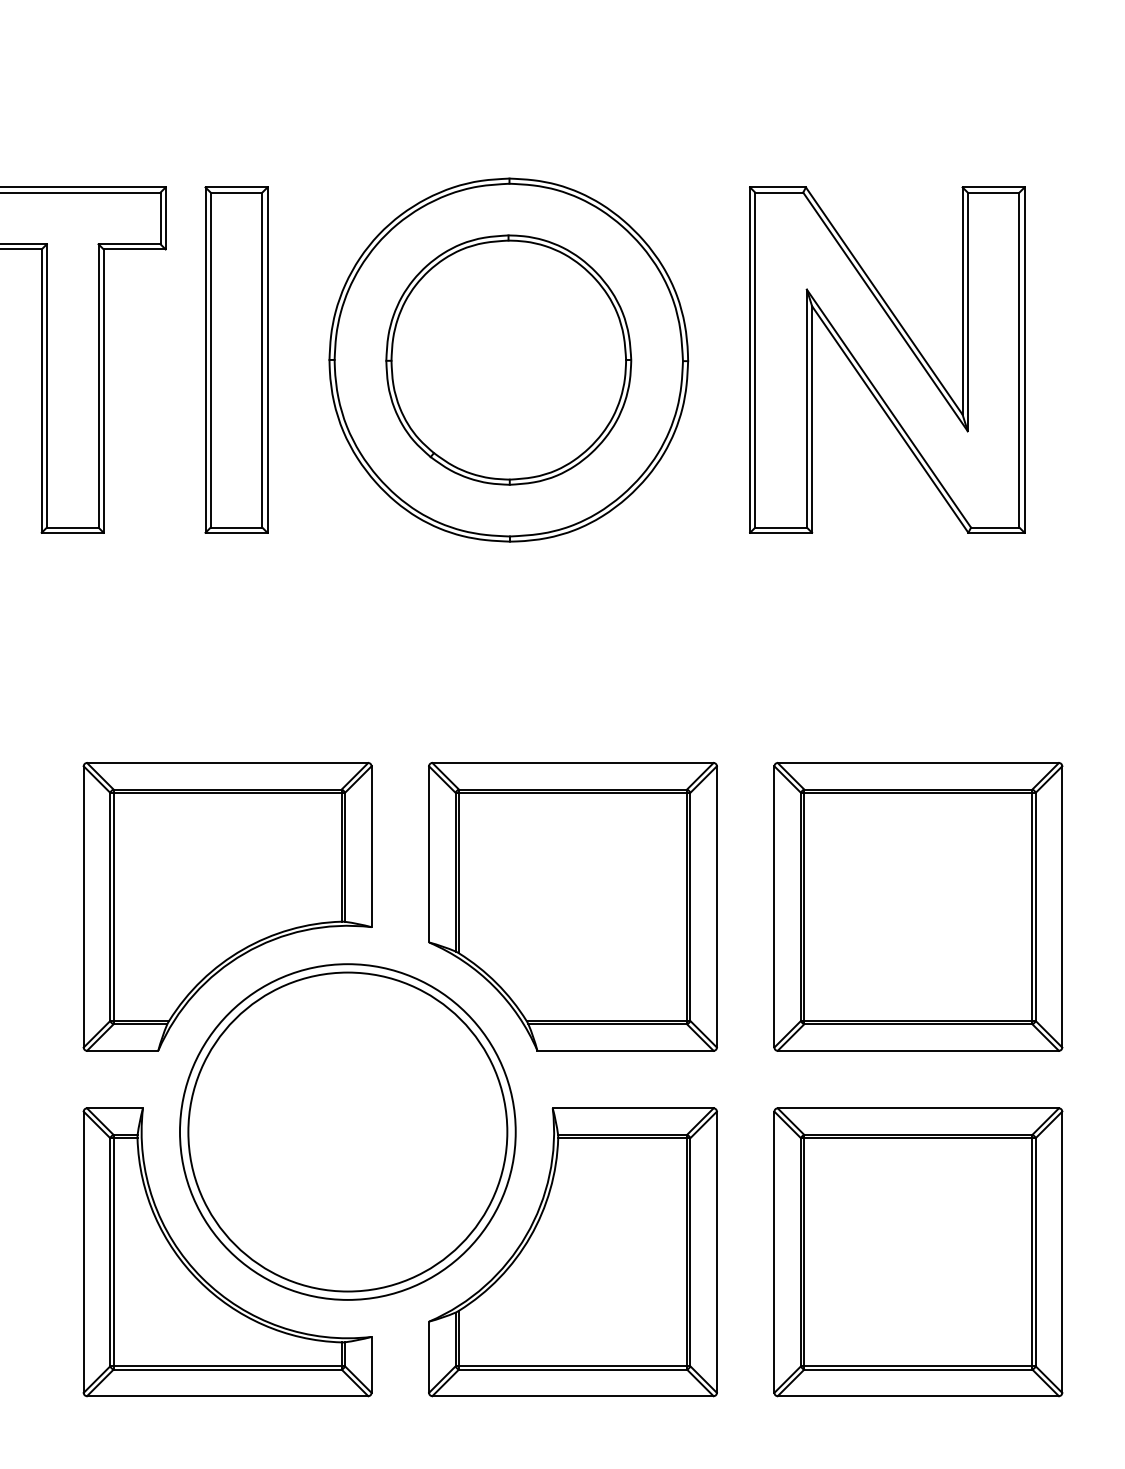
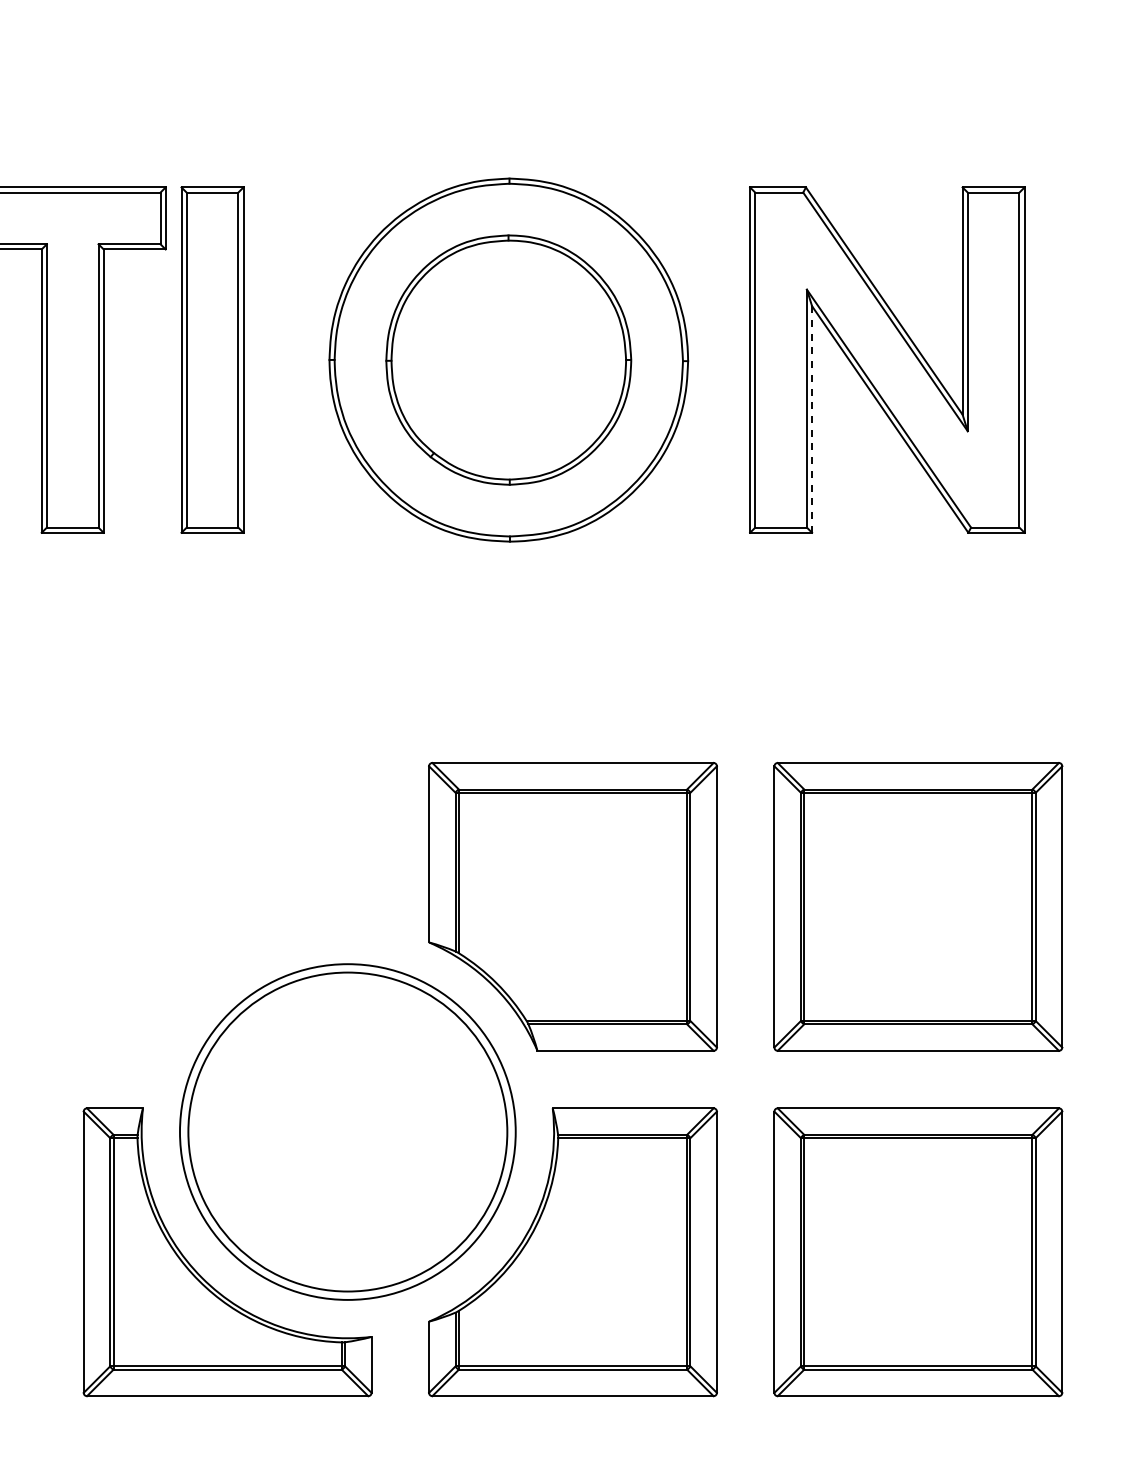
part at (236, 359) position: (236, 359) -> (212, 359)
line at (812, 420): solid -> dashed
part at (227, 906): present -> none
